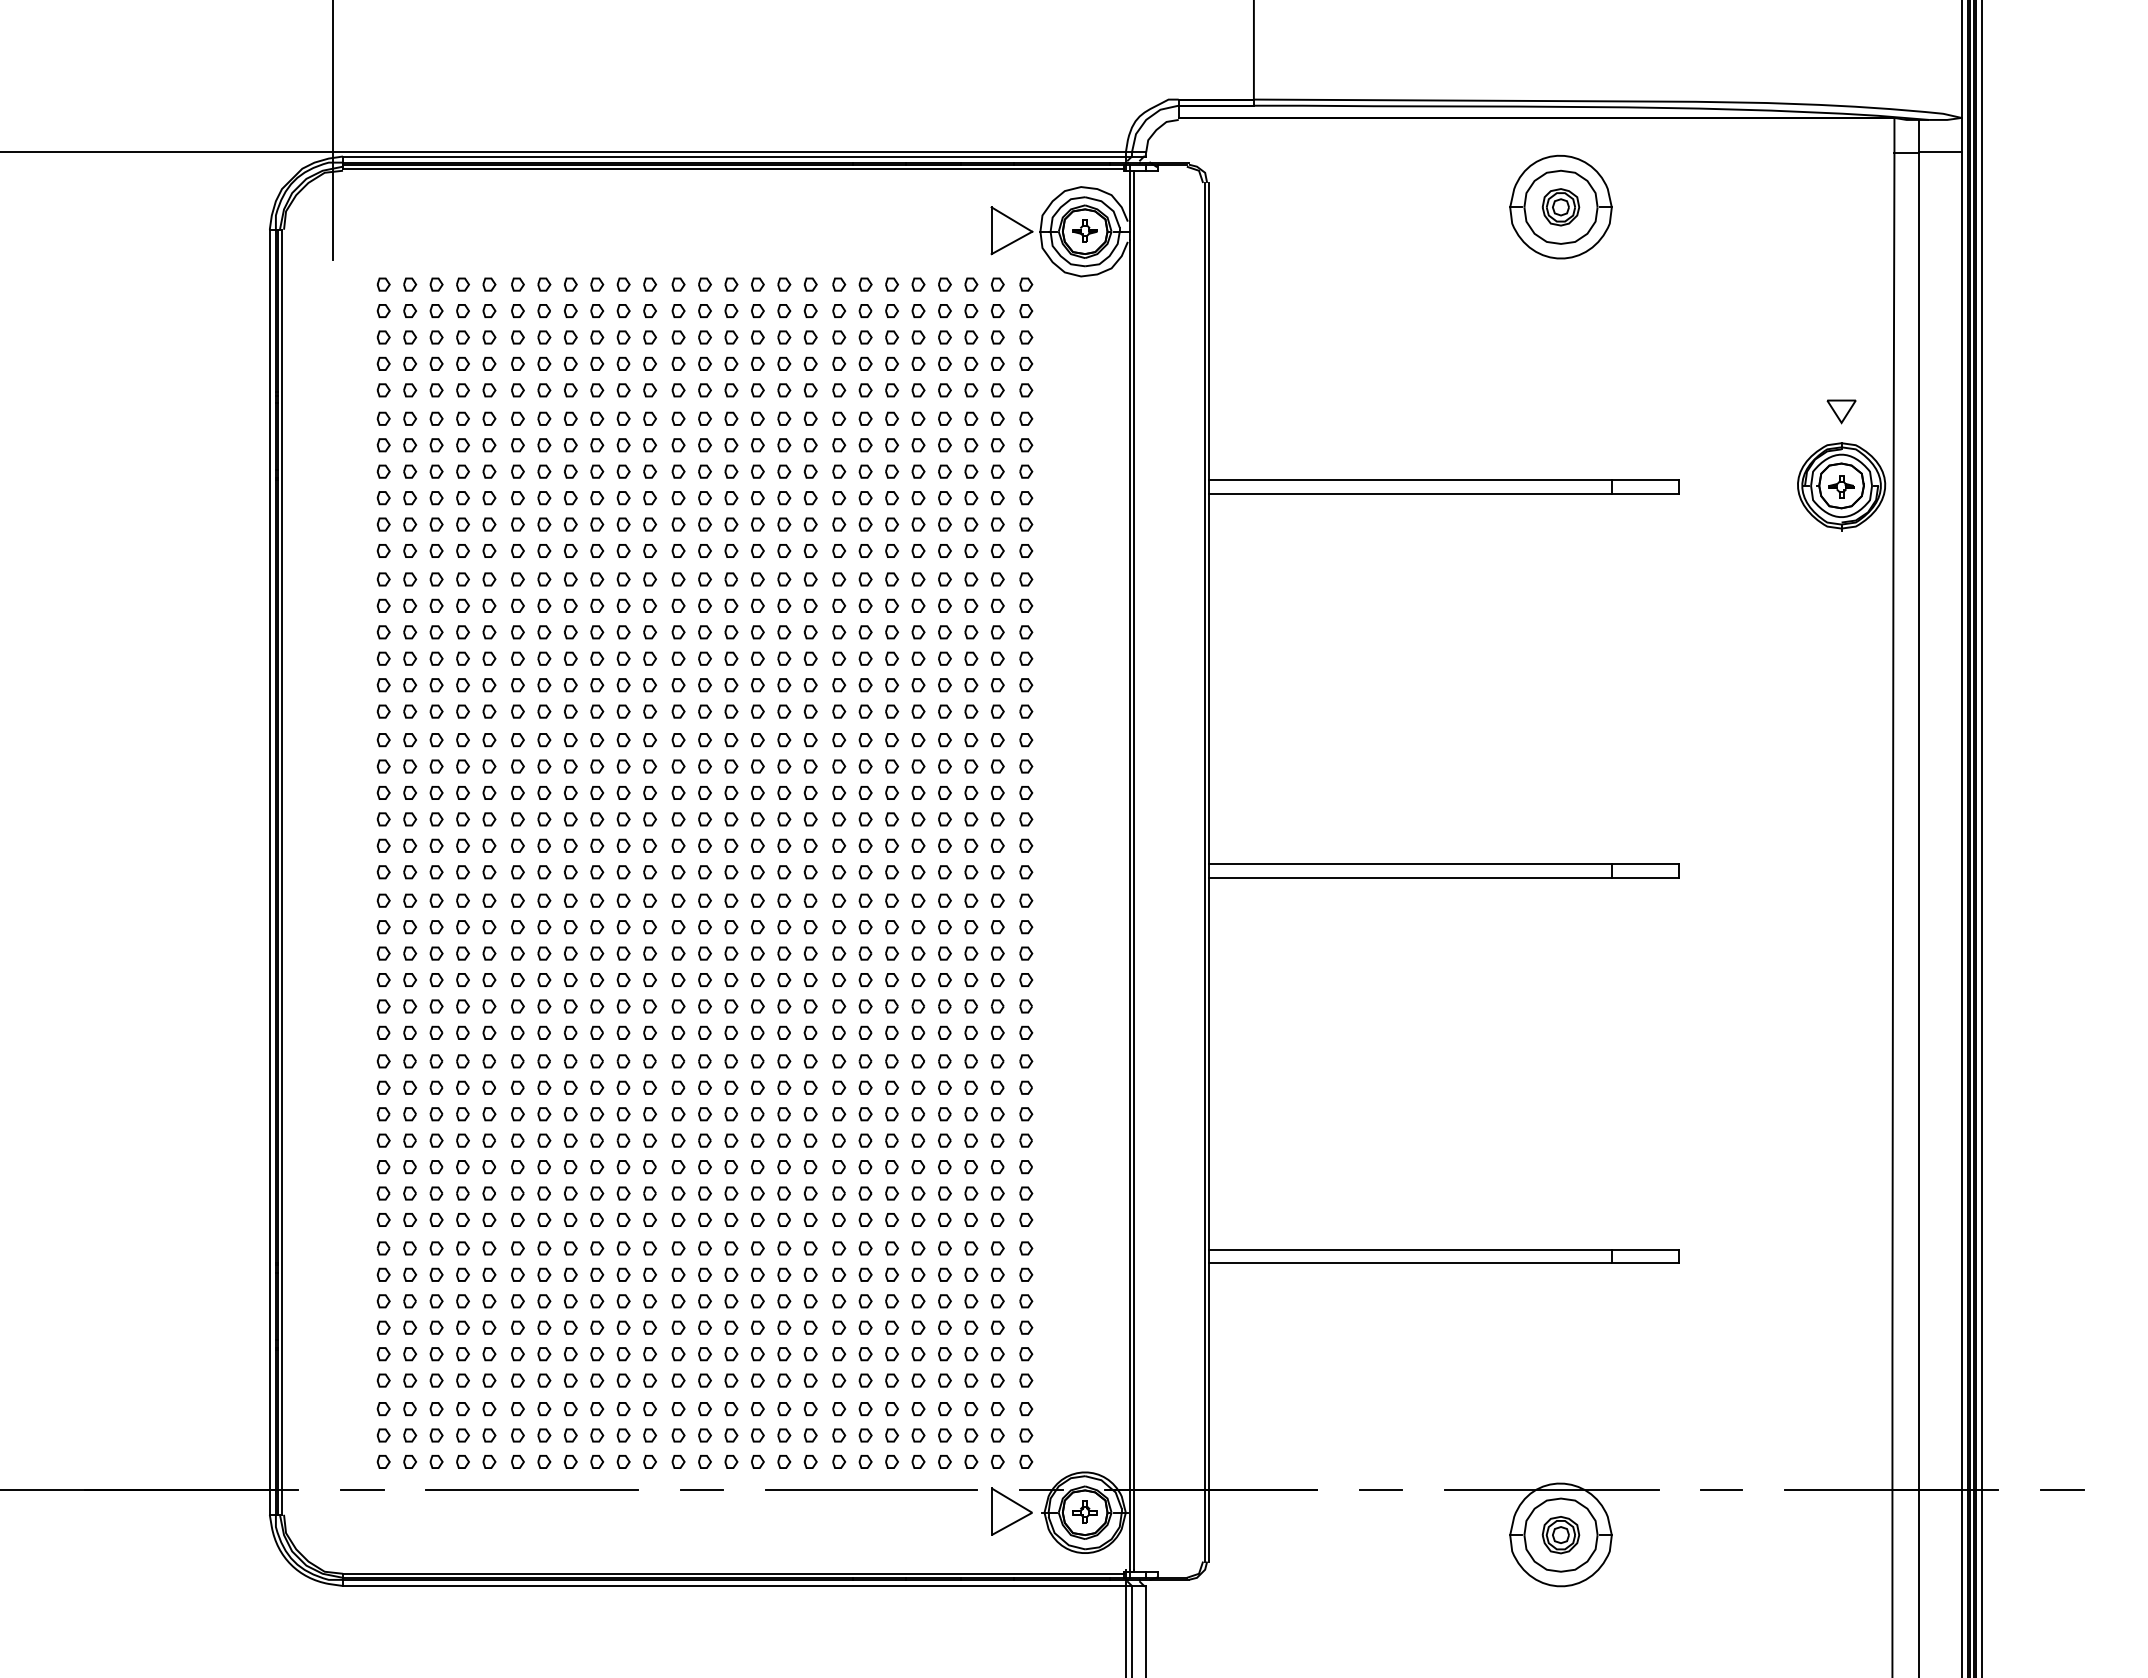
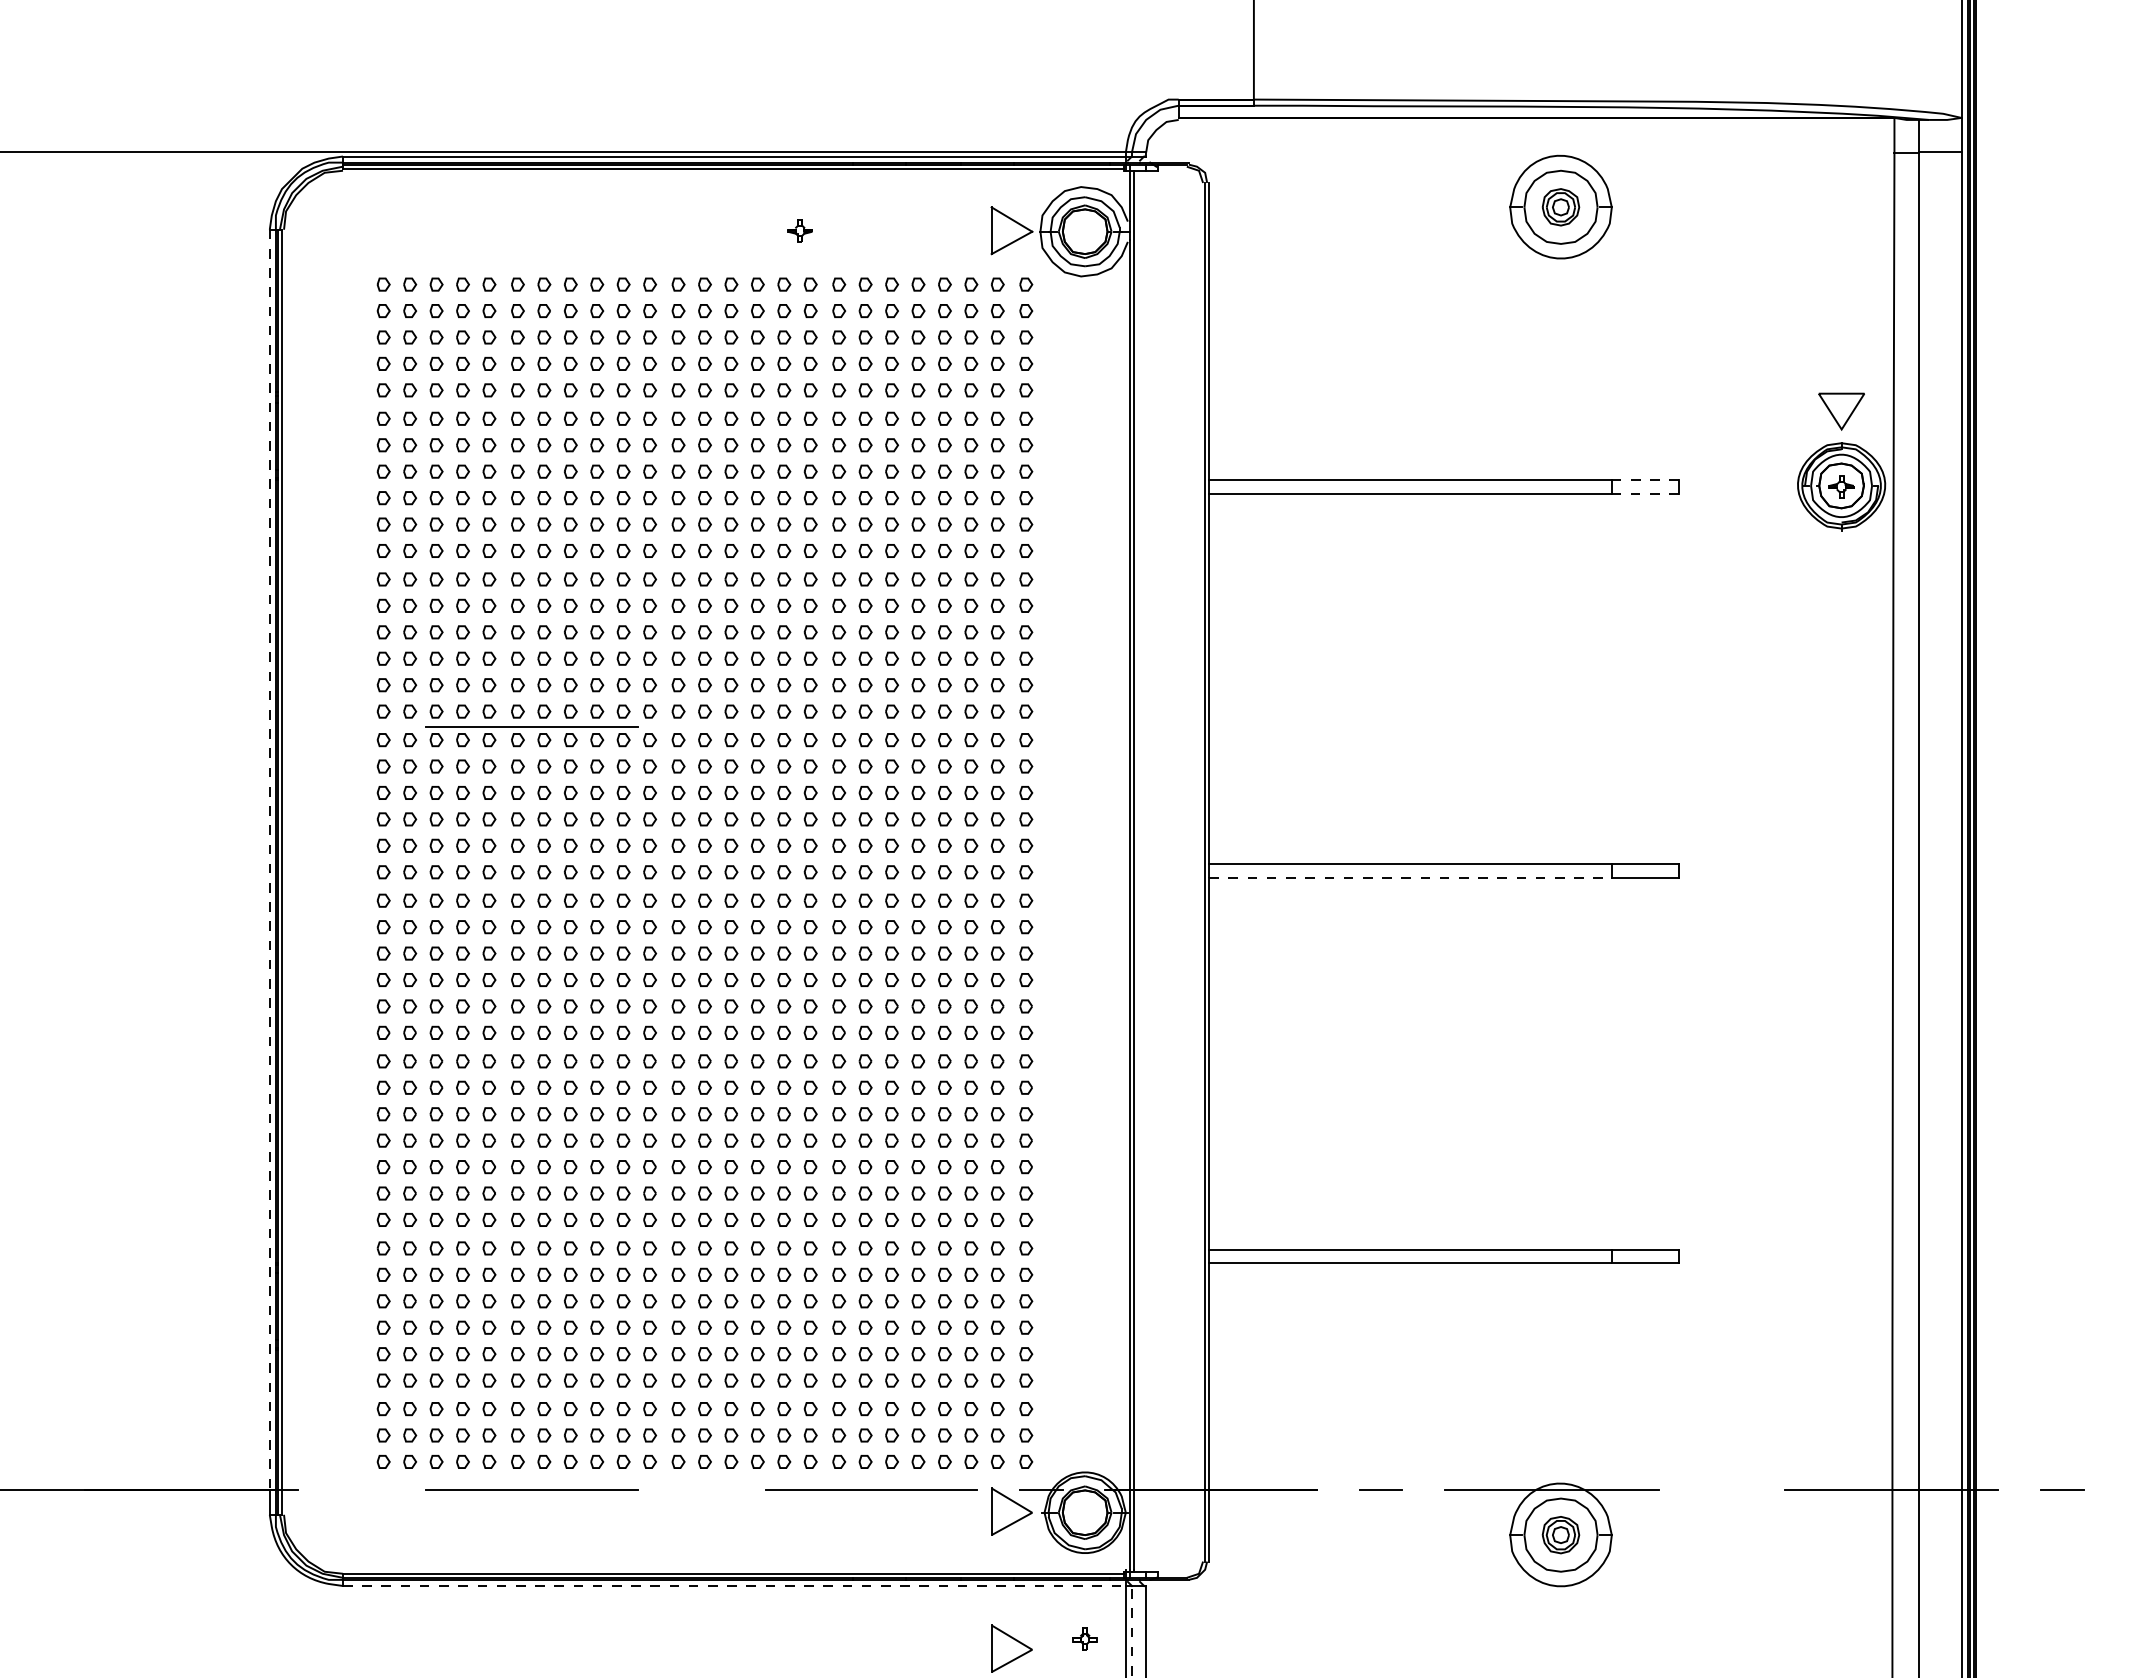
line at (332, 131): present -> none
part at (1084, 230) position: (1084, 230) -> (799, 230)
part at (1841, 411) size: 31x26 px -> 47x39 px
line at (1645, 479): solid -> dashed
line at (1645, 494): solid -> dashed
line at (531, 726): none -> present
line at (1981, 838): present -> none
line at (269, 860): solid -> dashed
line at (1411, 878): solid -> dashed
line at (701, 1489): present -> none
line at (361, 1490): present -> none
line at (1721, 1490): present -> none
part at (1084, 1511) position: (1084, 1511) -> (1084, 1638)
line at (734, 1585): solid -> dashed
line at (1131, 1631): solid -> dashed
part at (1011, 1648): none -> present
